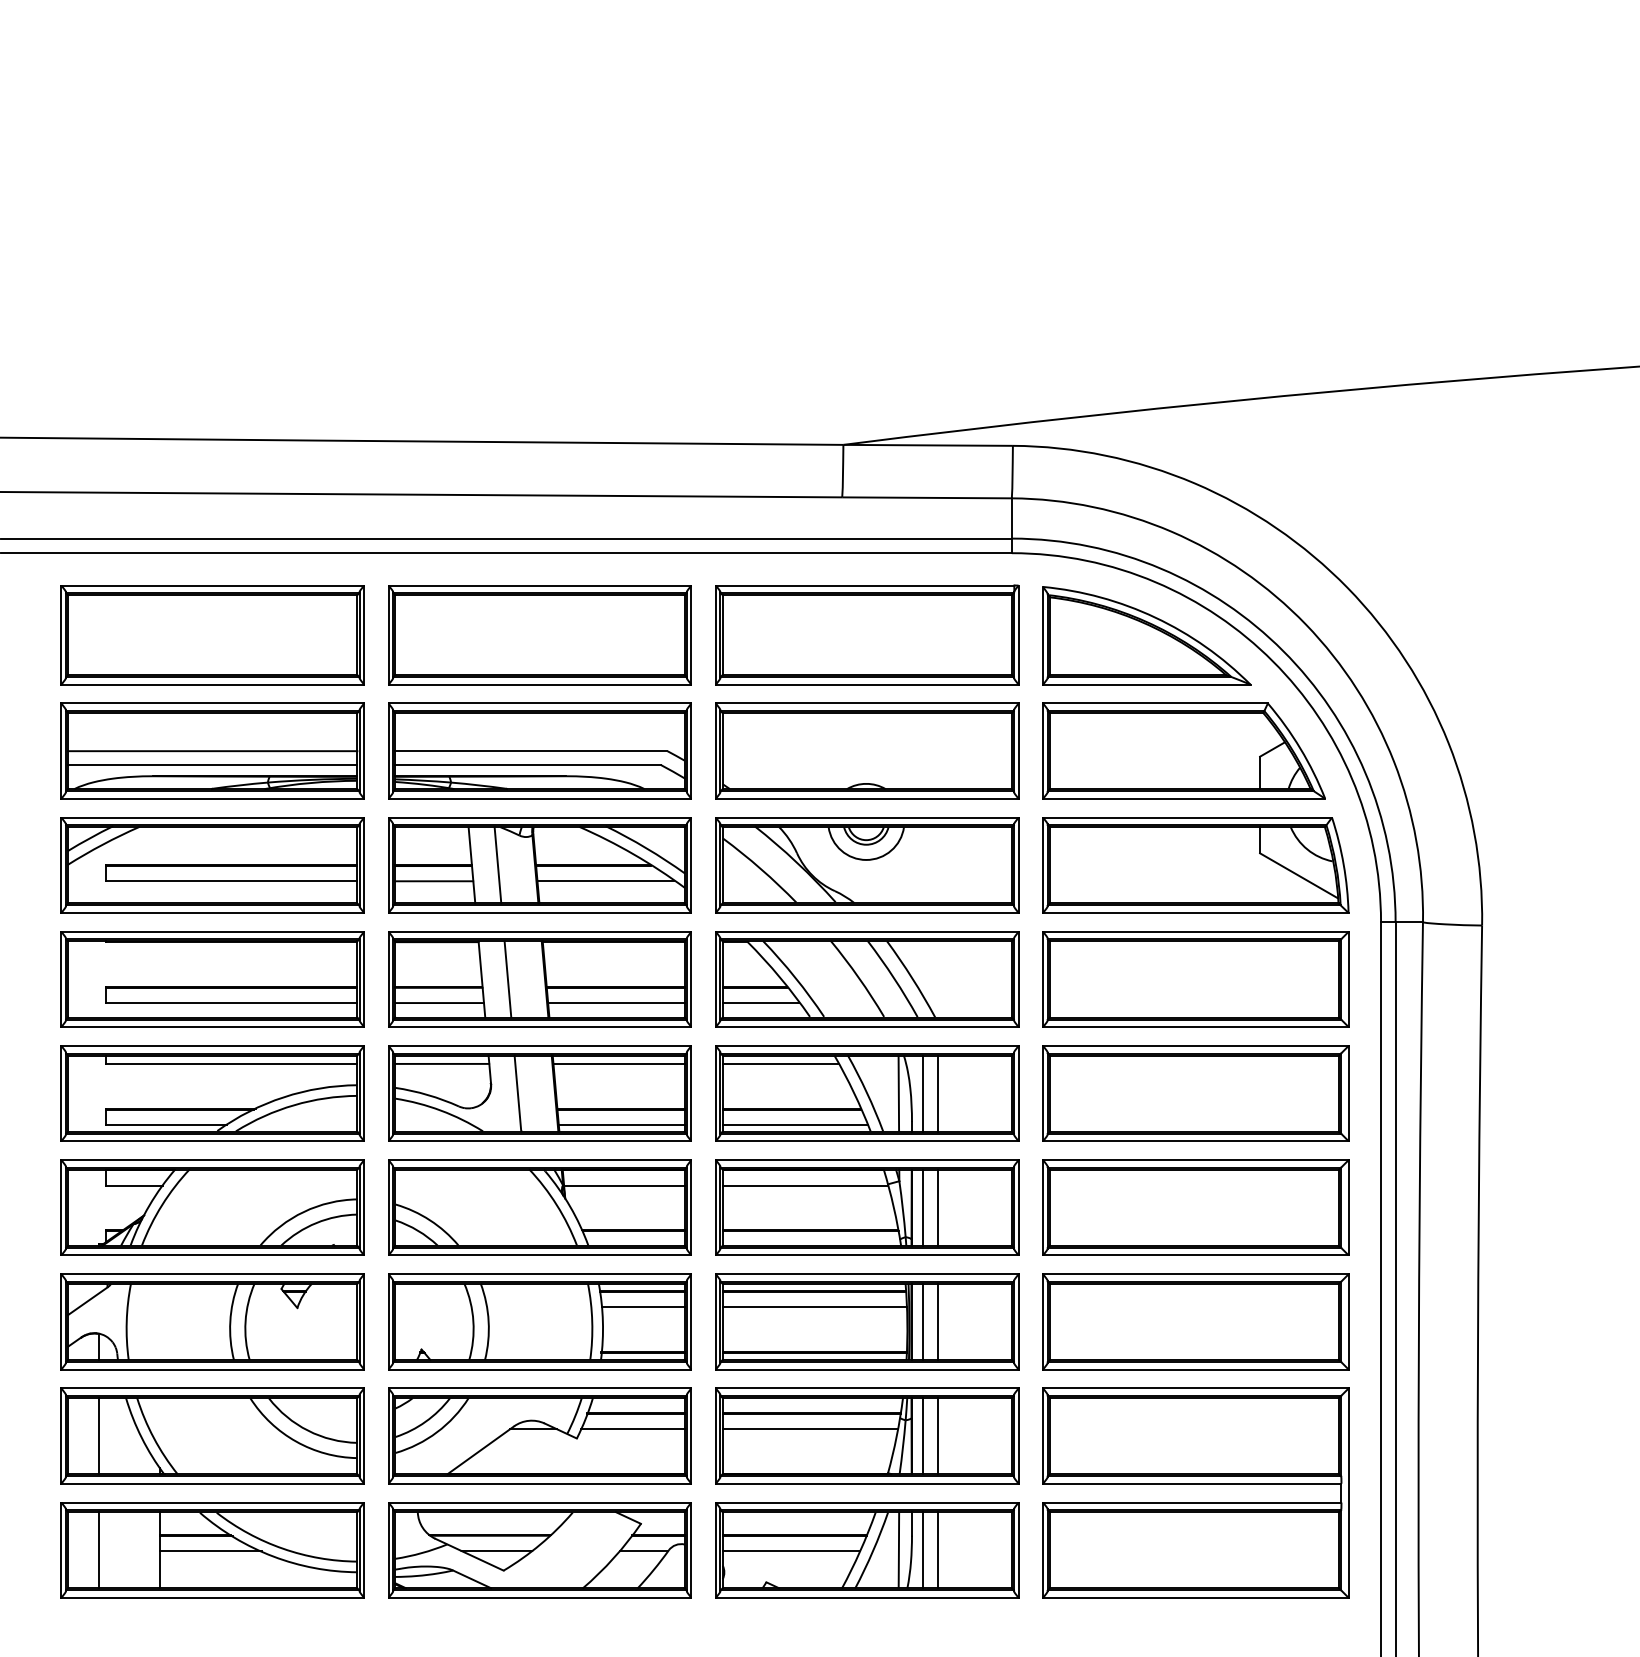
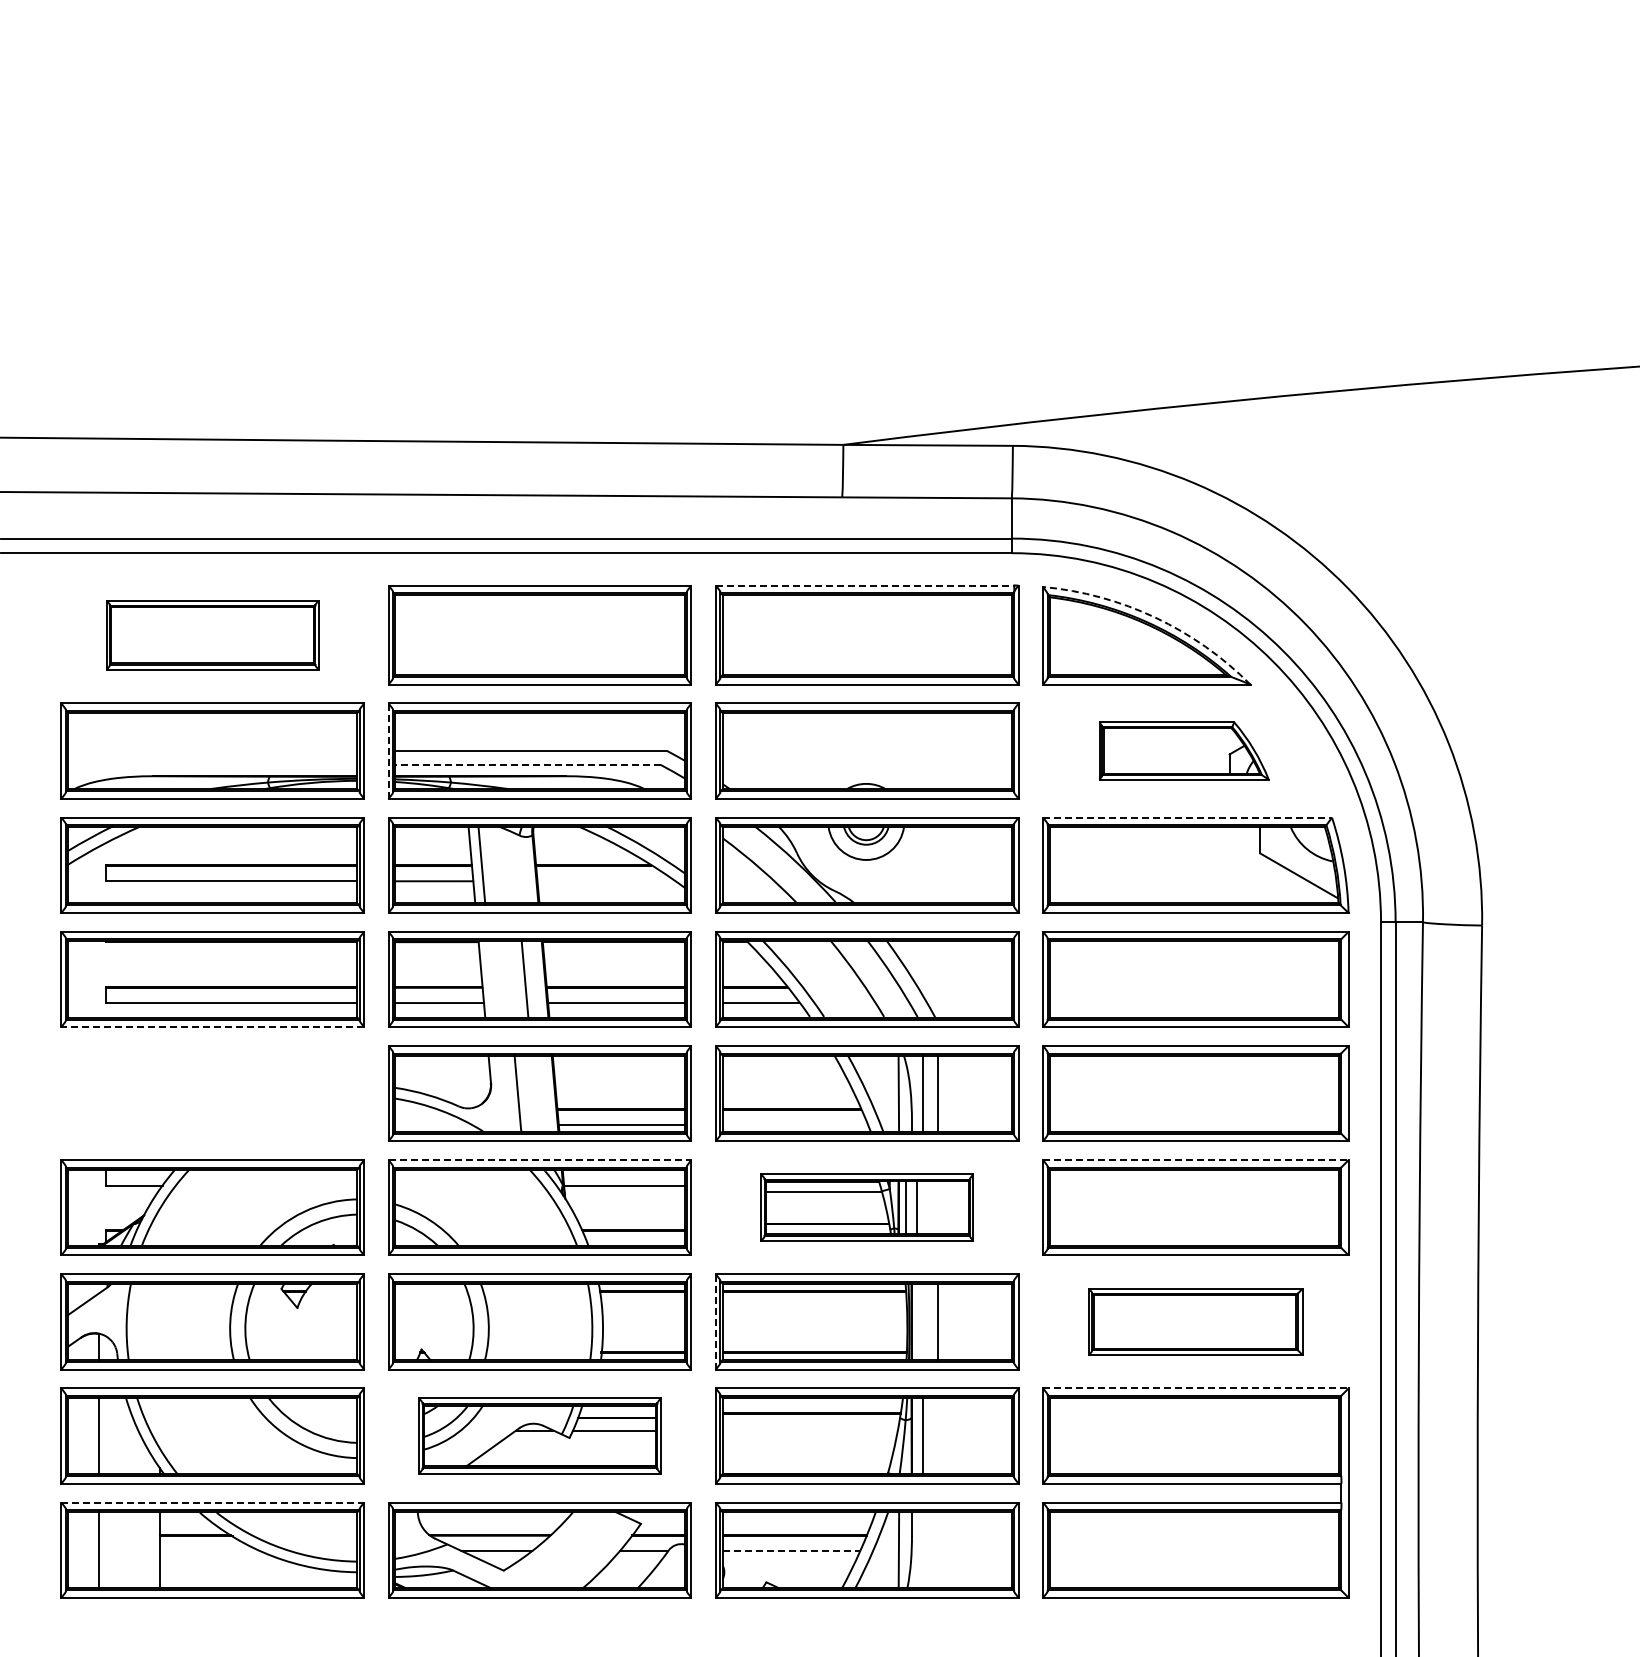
line at (865, 585): solid -> dashed
arc at (1155, 617): solid -> dashed
part at (212, 635) size: 305x101 px -> 214x71 px
part at (1183, 750) size: 284x98 px -> 171x60 px
line at (212, 751): present -> none
line at (388, 751): solid -> dashed
line at (212, 764): present -> none
line at (528, 764): solid -> dashed
line at (1188, 817): solid -> dashed
line at (497, 865) position: (497, 865) -> (481, 866)
line at (605, 881): present -> none
line at (507, 979) position: (507, 979) -> (524, 978)
line at (212, 1027): solid -> dashed
line at (442, 1063): present -> none
line at (618, 1063): present -> none
line at (780, 1063): present -> none
part at (212, 1093): present -> none
line at (794, 1124): present -> none
line at (540, 1160): solid -> dashed
line at (1195, 1160): solid -> dashed
part at (867, 1207) size: 305x97 px -> 214x69 px
line at (642, 1307): present -> none
line at (814, 1307): present -> none
line at (715, 1321): solid -> dashed
line at (922, 1321): present -> none
part at (1195, 1321) size: 308x98 px -> 216x68 px
line at (1195, 1388): solid -> dashed
line at (810, 1429): present -> none
part at (539, 1435) size: 304x98 px -> 244x78 px
line at (937, 1436): present -> none
line at (213, 1502): solid -> dashed
line at (210, 1550): present -> none
line at (791, 1550): solid -> dashed
line at (922, 1550): present -> none
line at (937, 1550): present -> none
